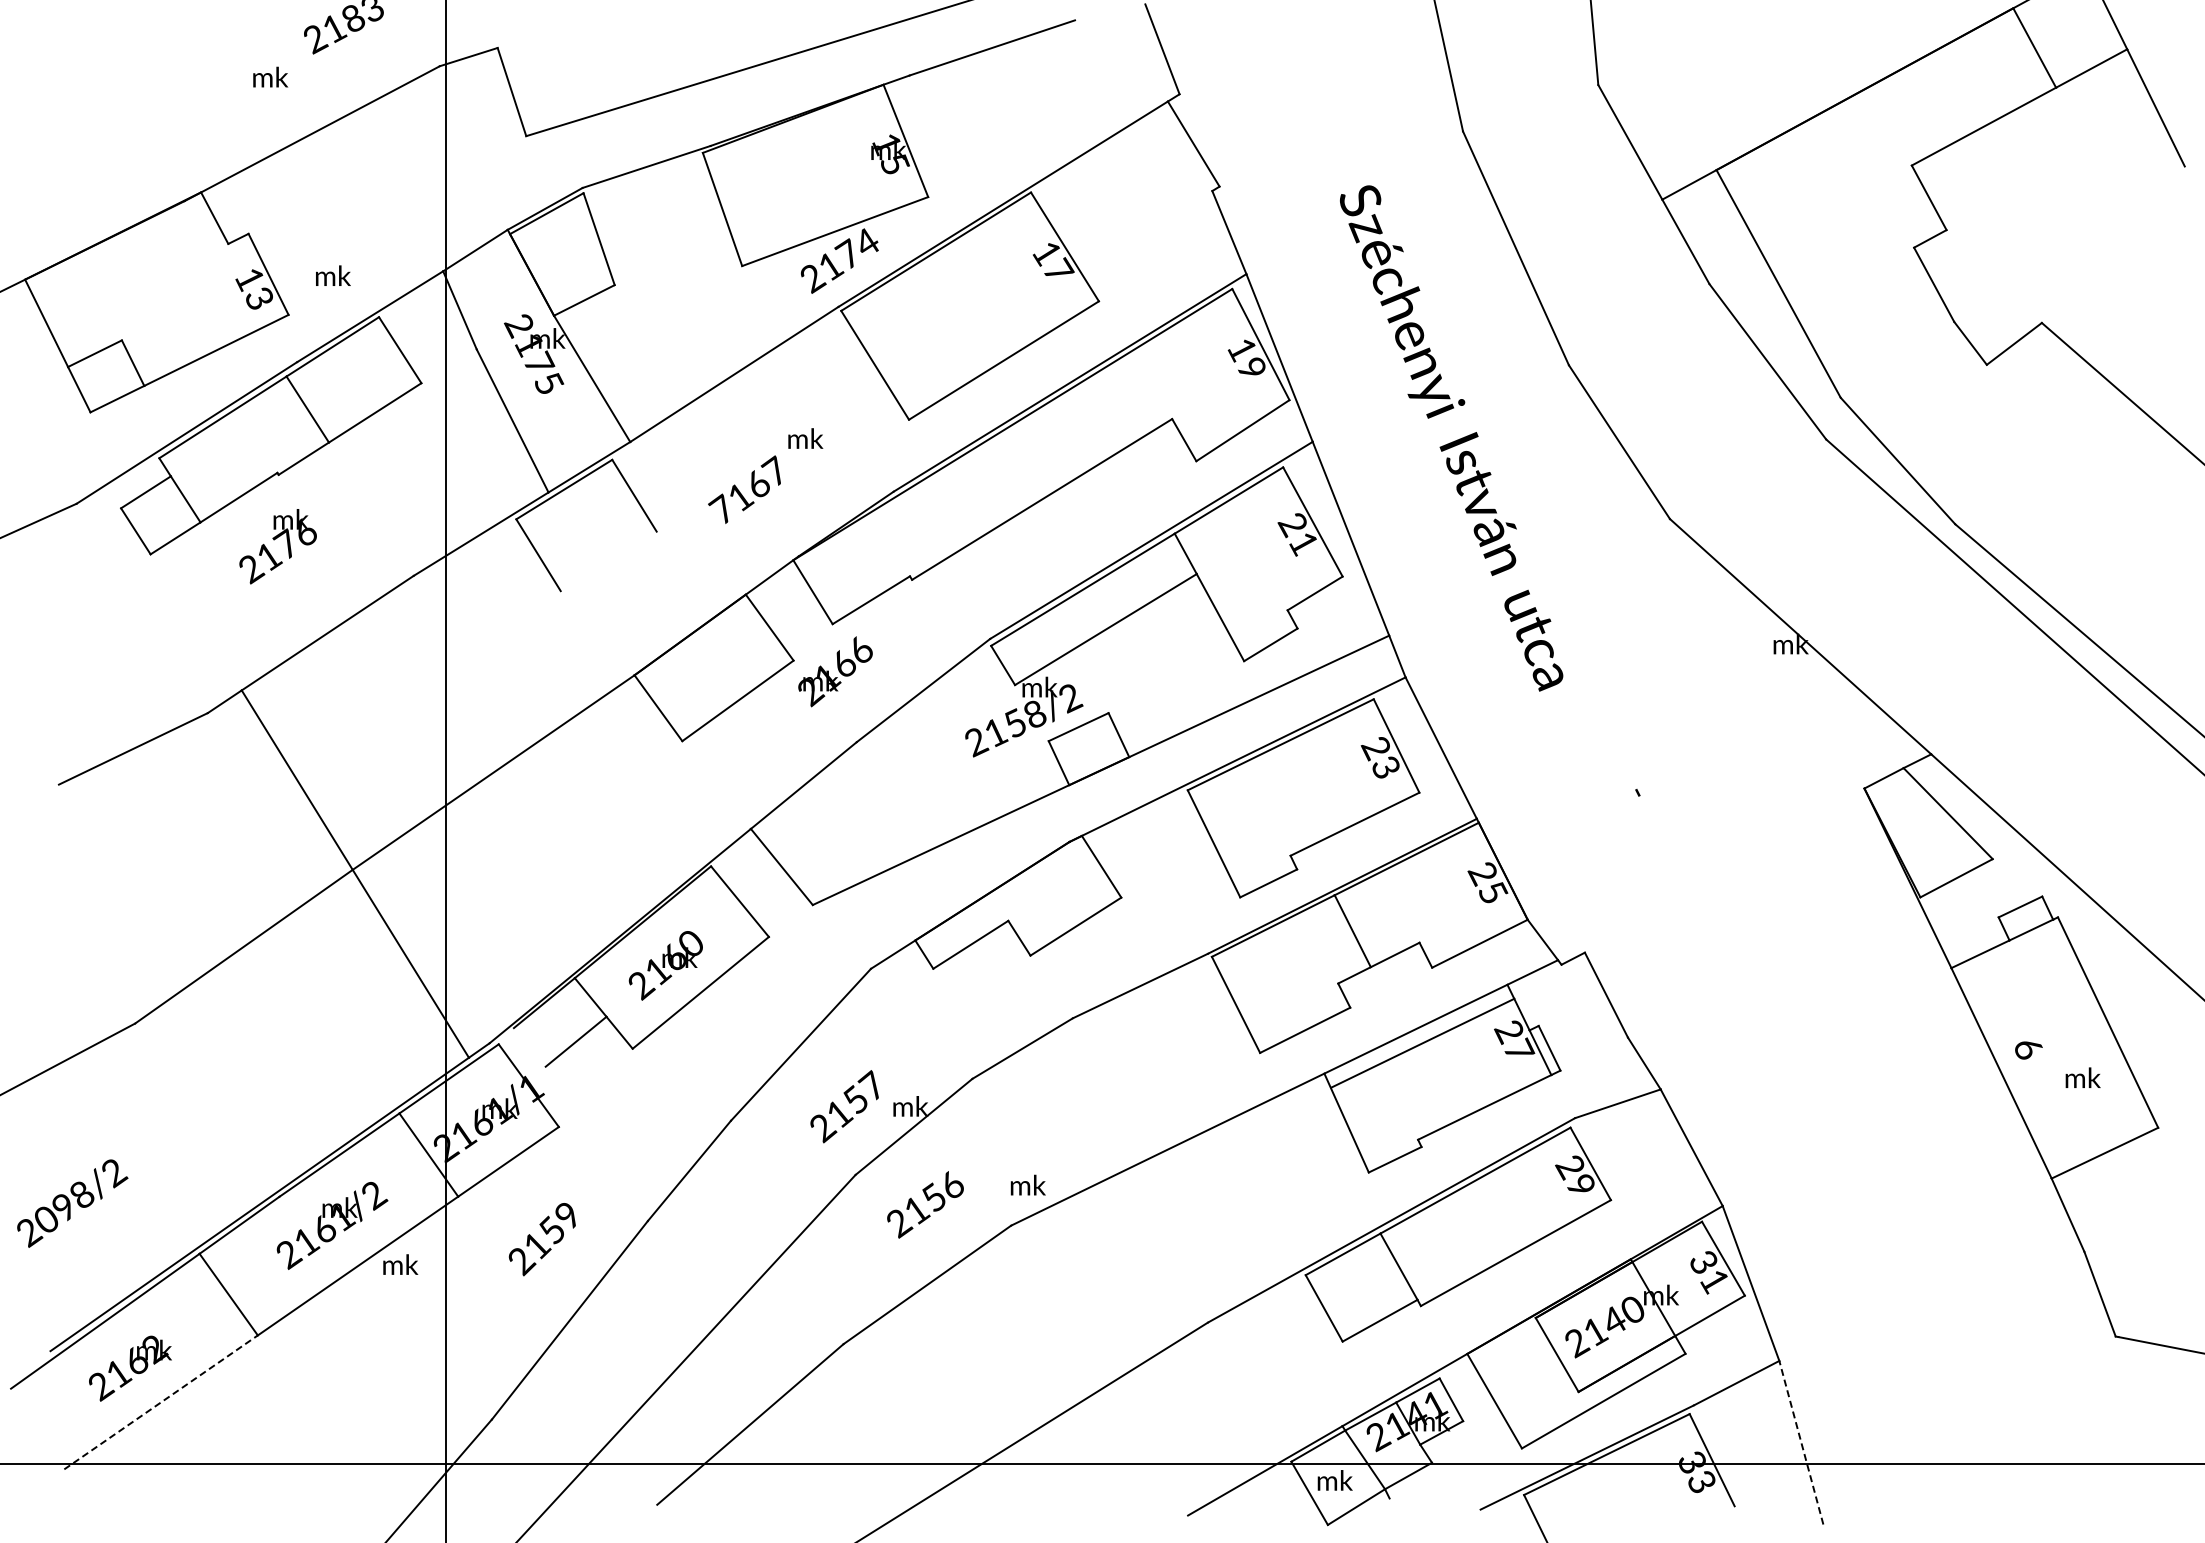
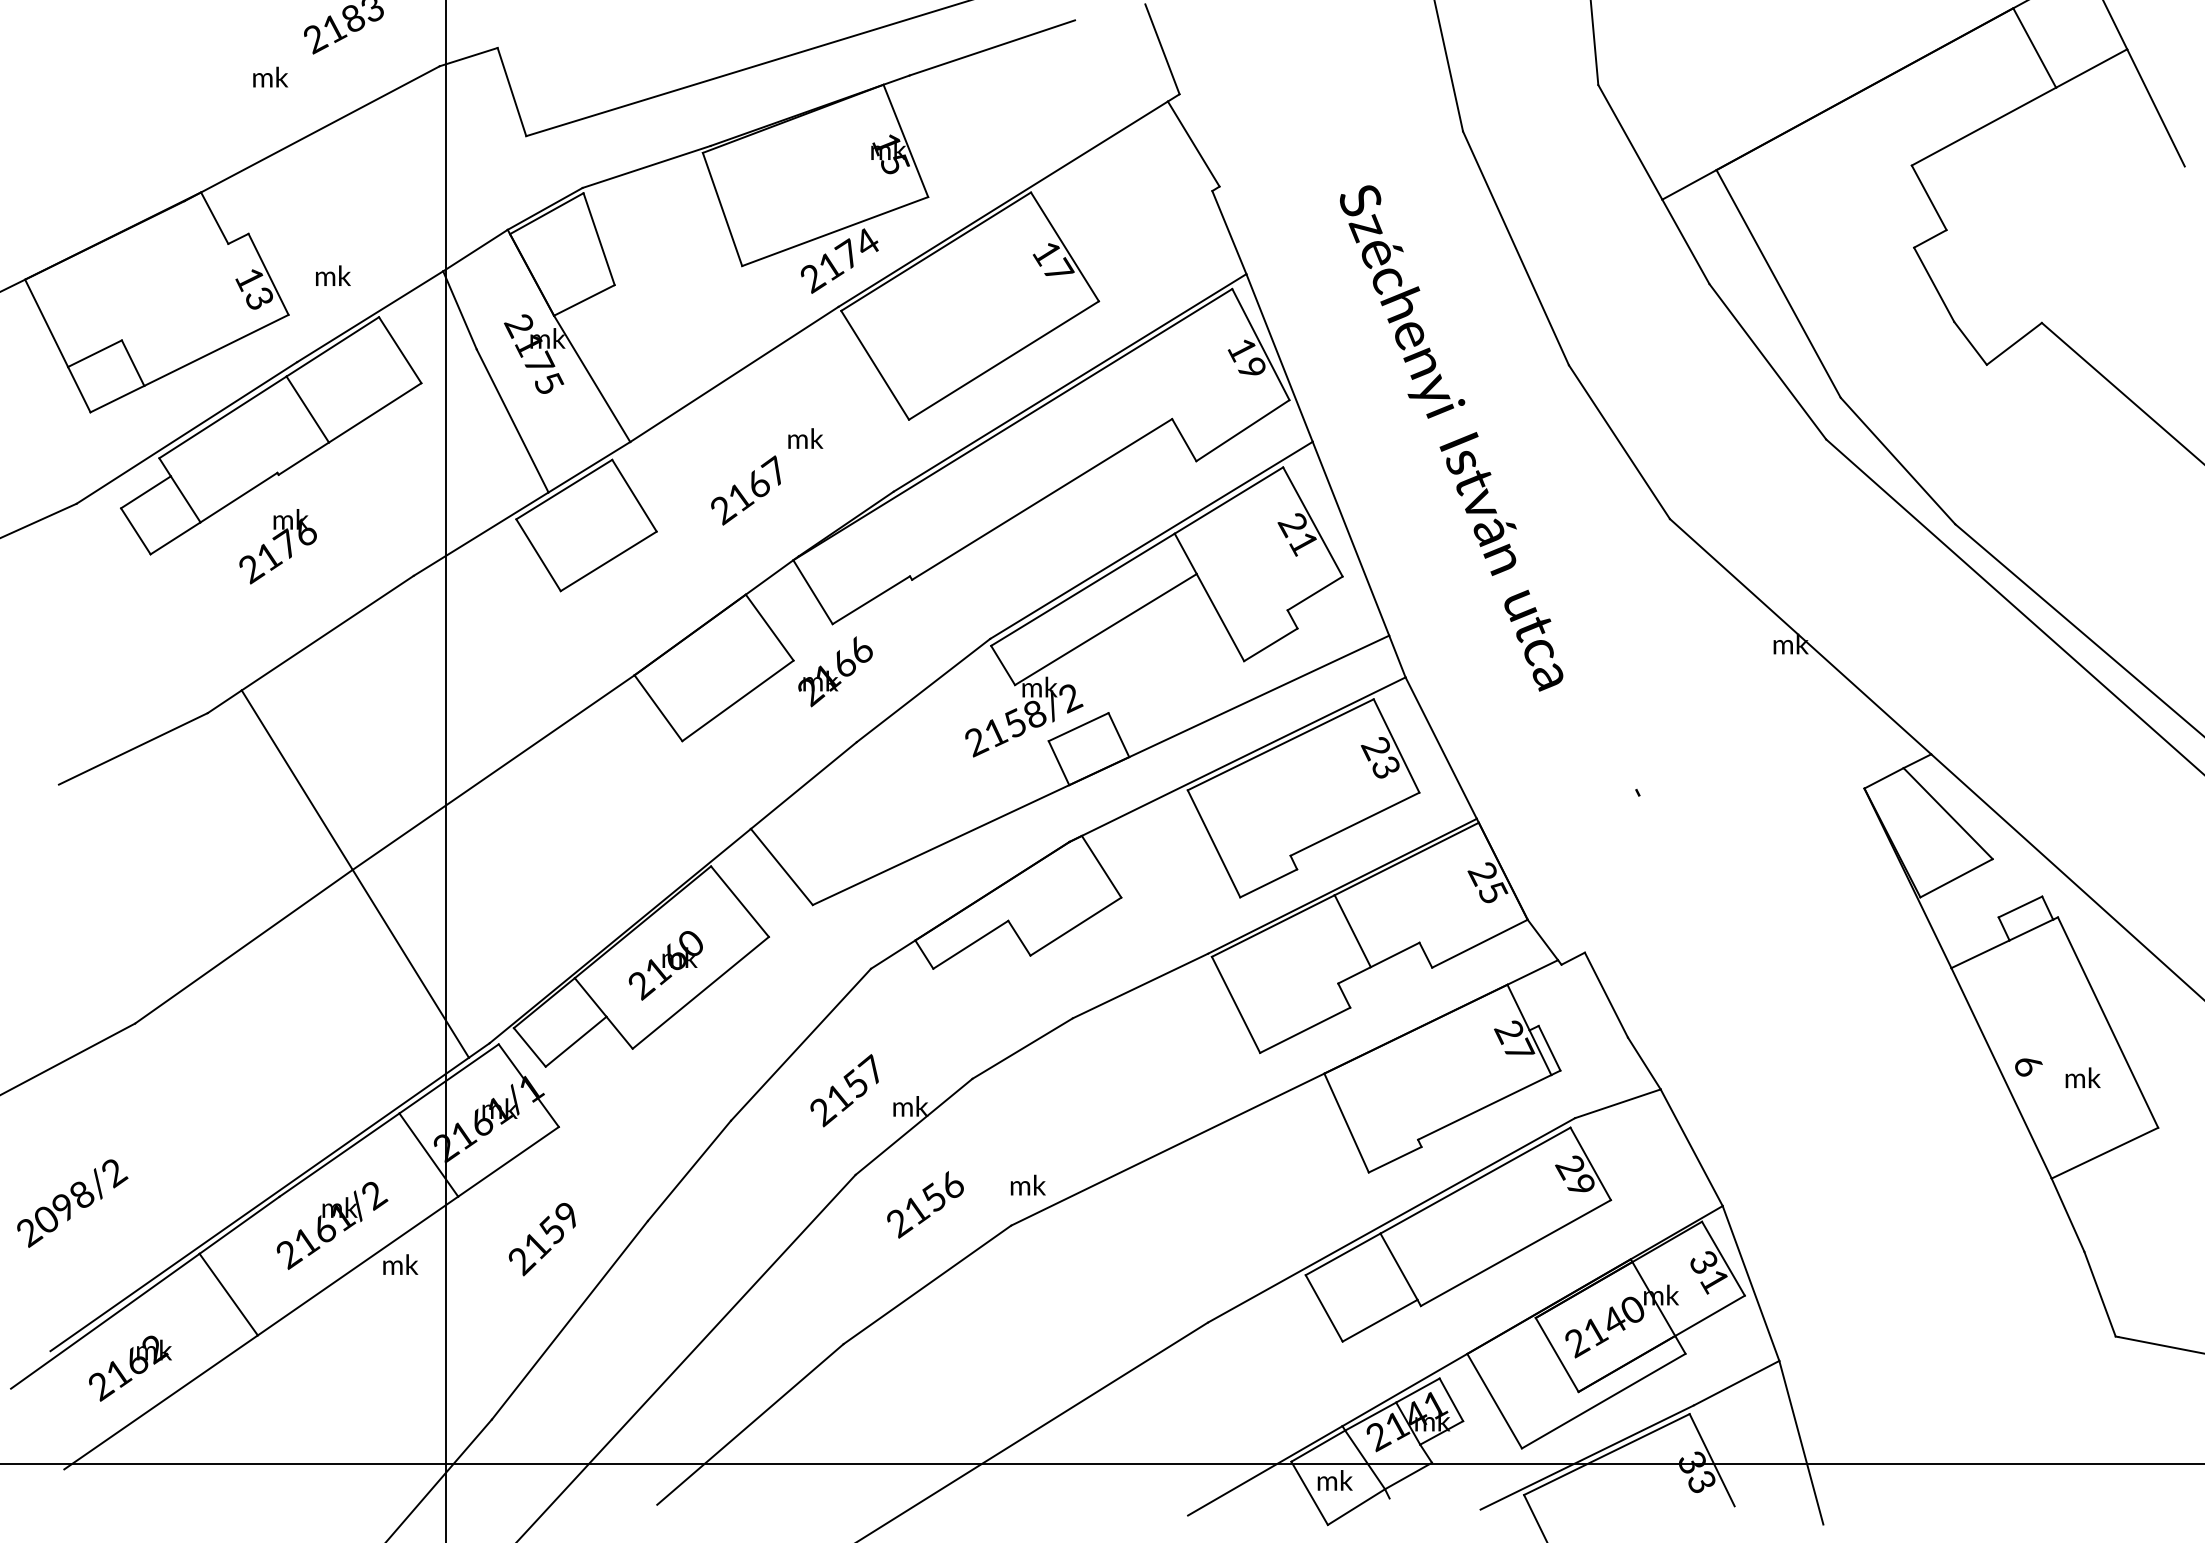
text at (722, 509): 7167 -> 2167
line at (608, 561): none -> present
line at (1422, 1042) position: (1422, 1042) -> (1415, 1028)
line at (529, 1047): none -> present
text at (2028, 1050) position: (2028, 1050) -> (2028, 1067)
text at (844, 1106) position: (844, 1106) -> (844, 1090)
line at (161, 1402): dashed -> solid
line at (1801, 1442): dashed -> solid
